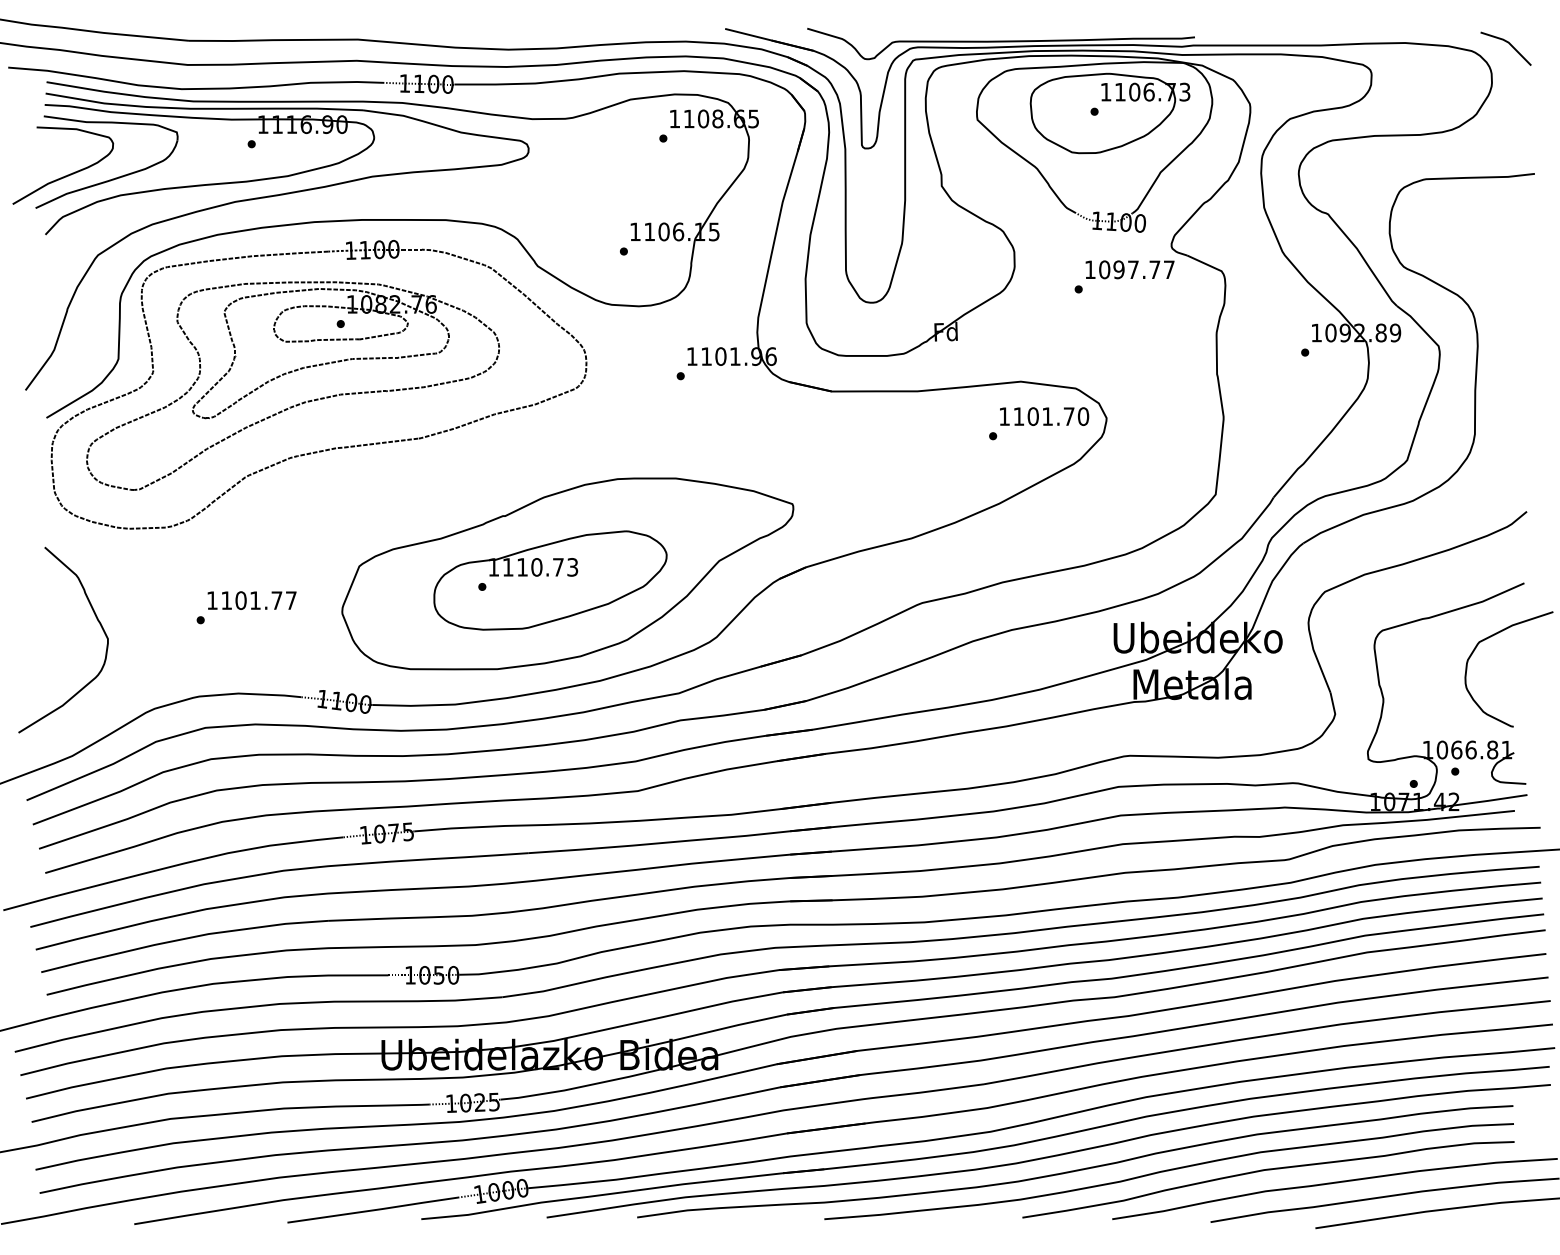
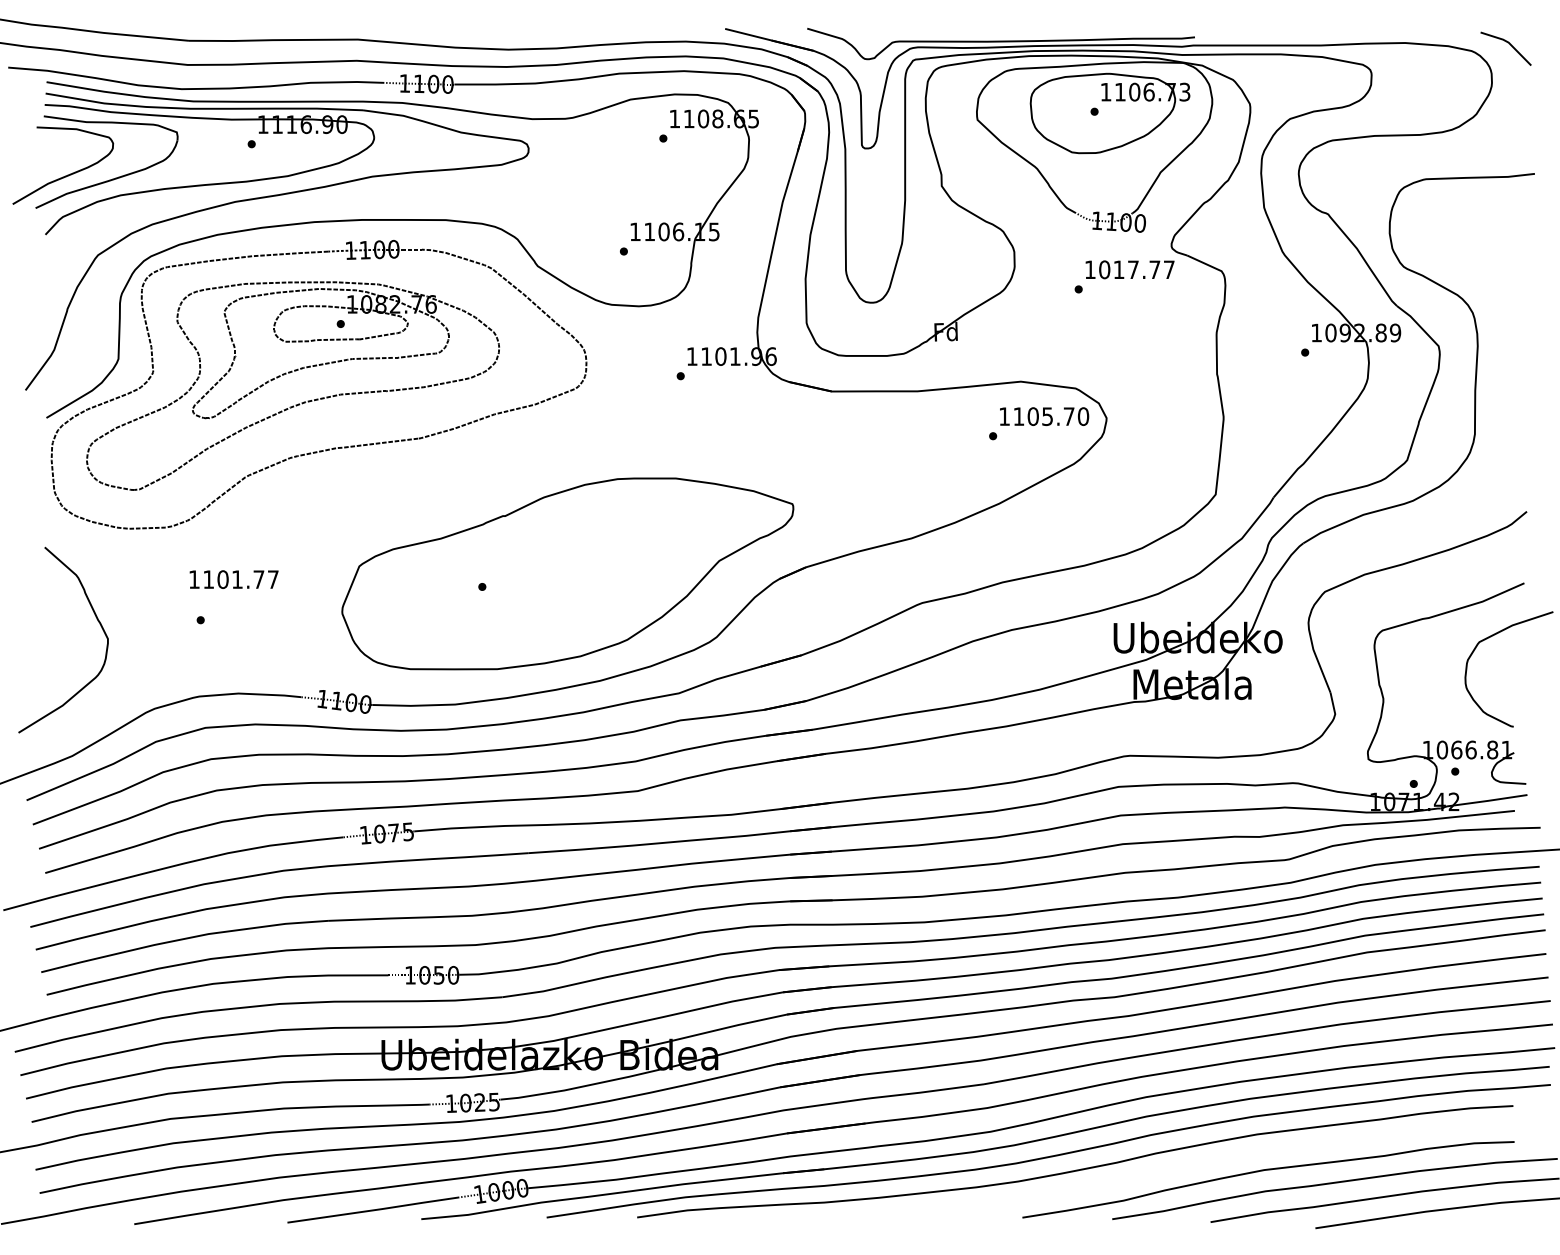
text at (1118, 269): 1097.77 -> 1017.77
text at (1047, 416): 1101.70 -> 1105.70
part at (550, 580): present -> none
text at (251, 600) position: (251, 600) -> (233, 579)
curve at (1168, 1171): present -> none
